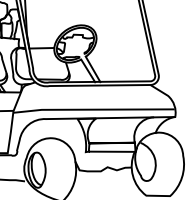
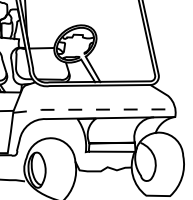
line at (93, 109): solid -> dashed
